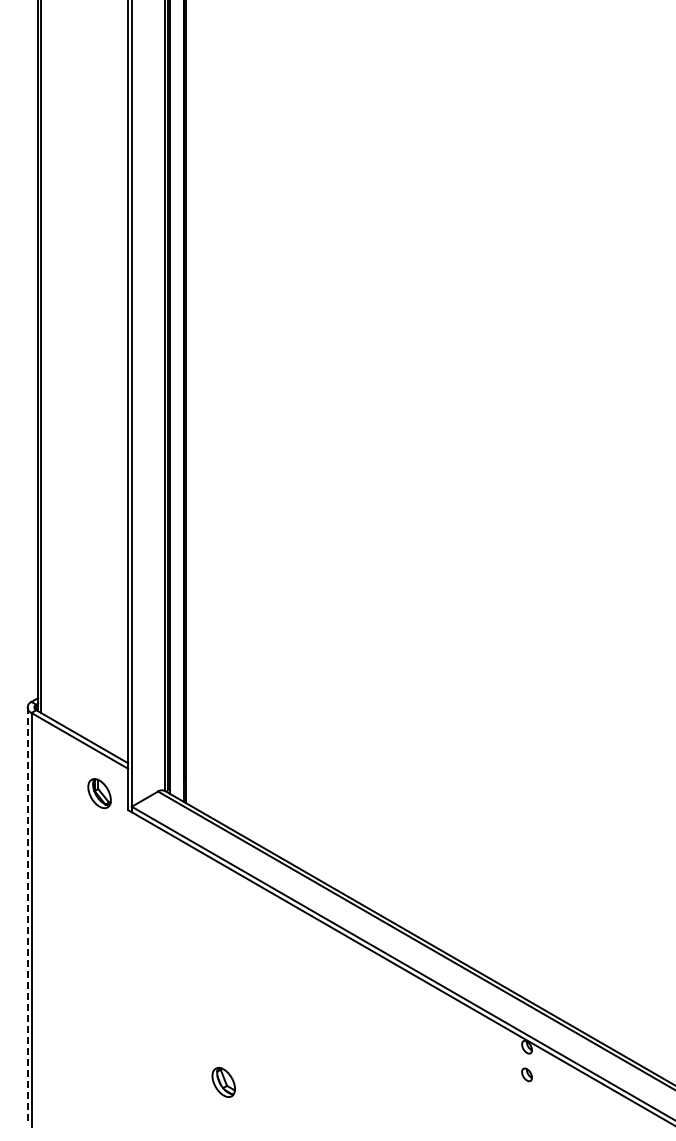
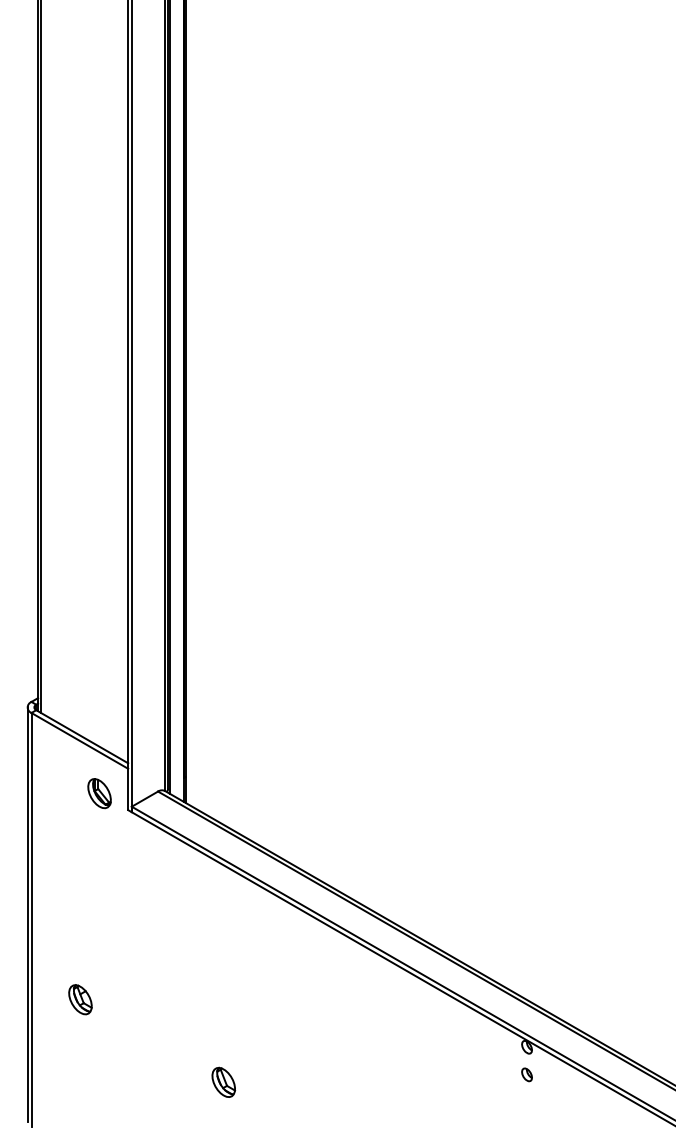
line at (27, 915): dashed -> solid
part at (80, 999): none -> present
